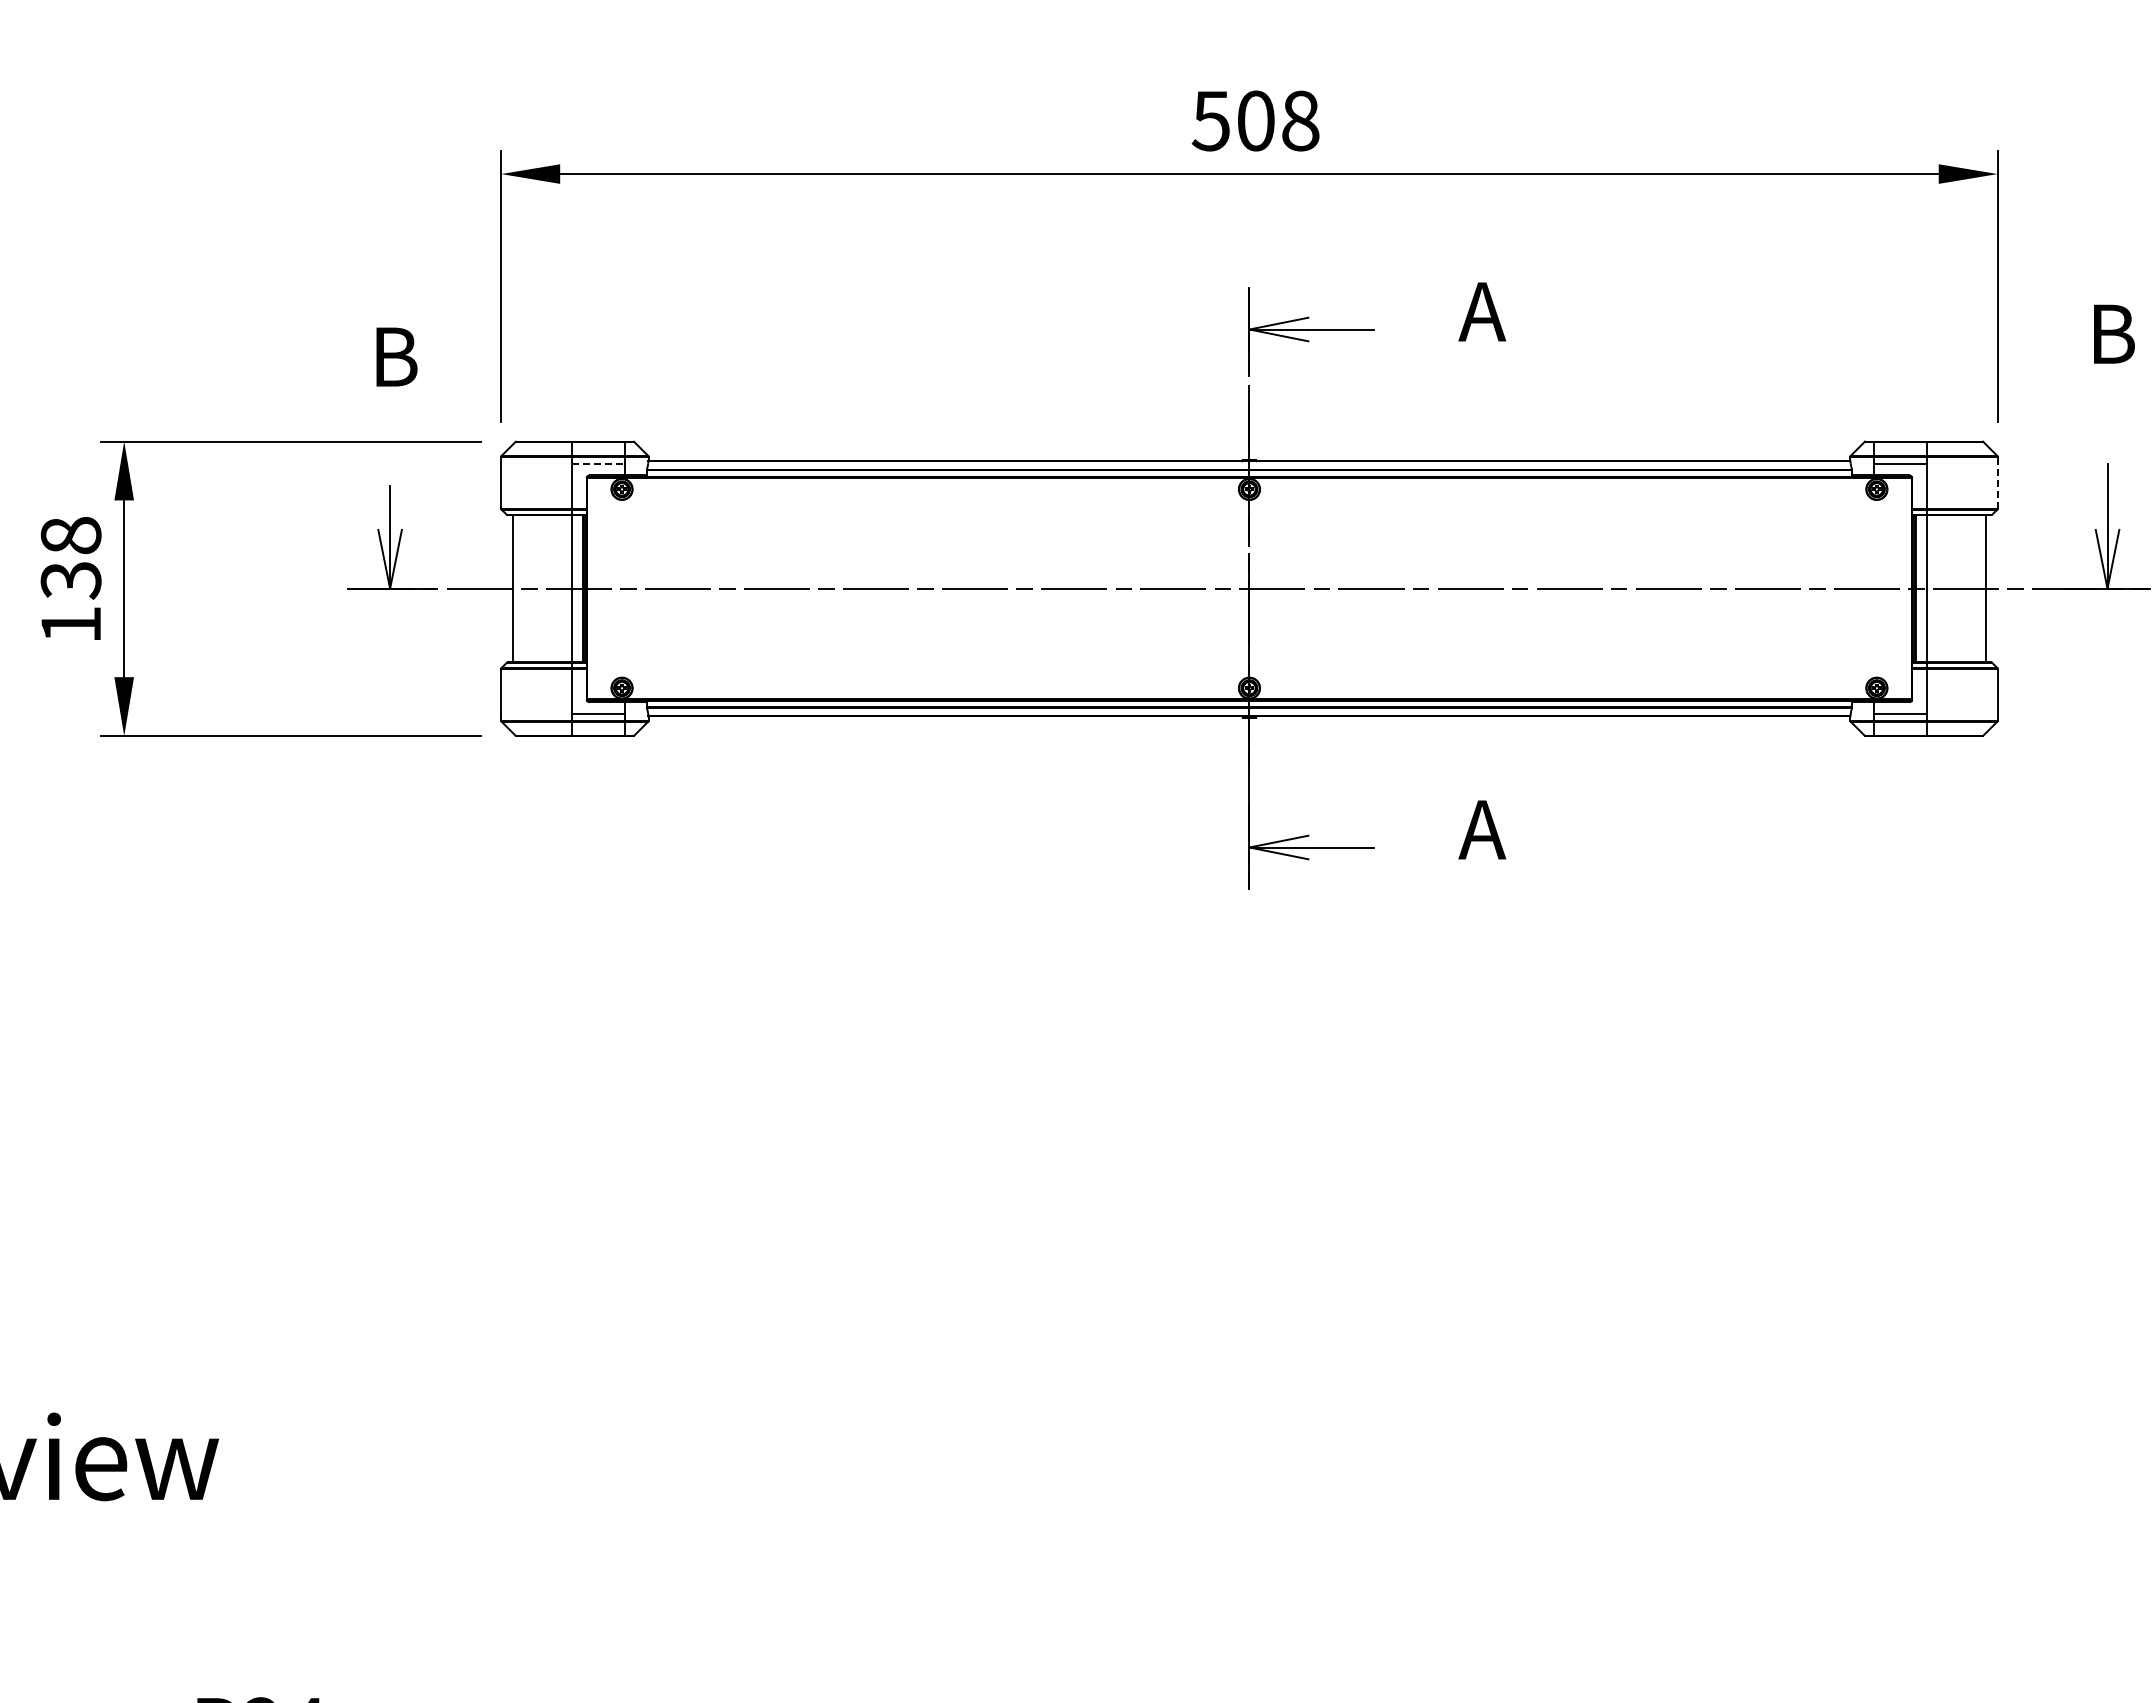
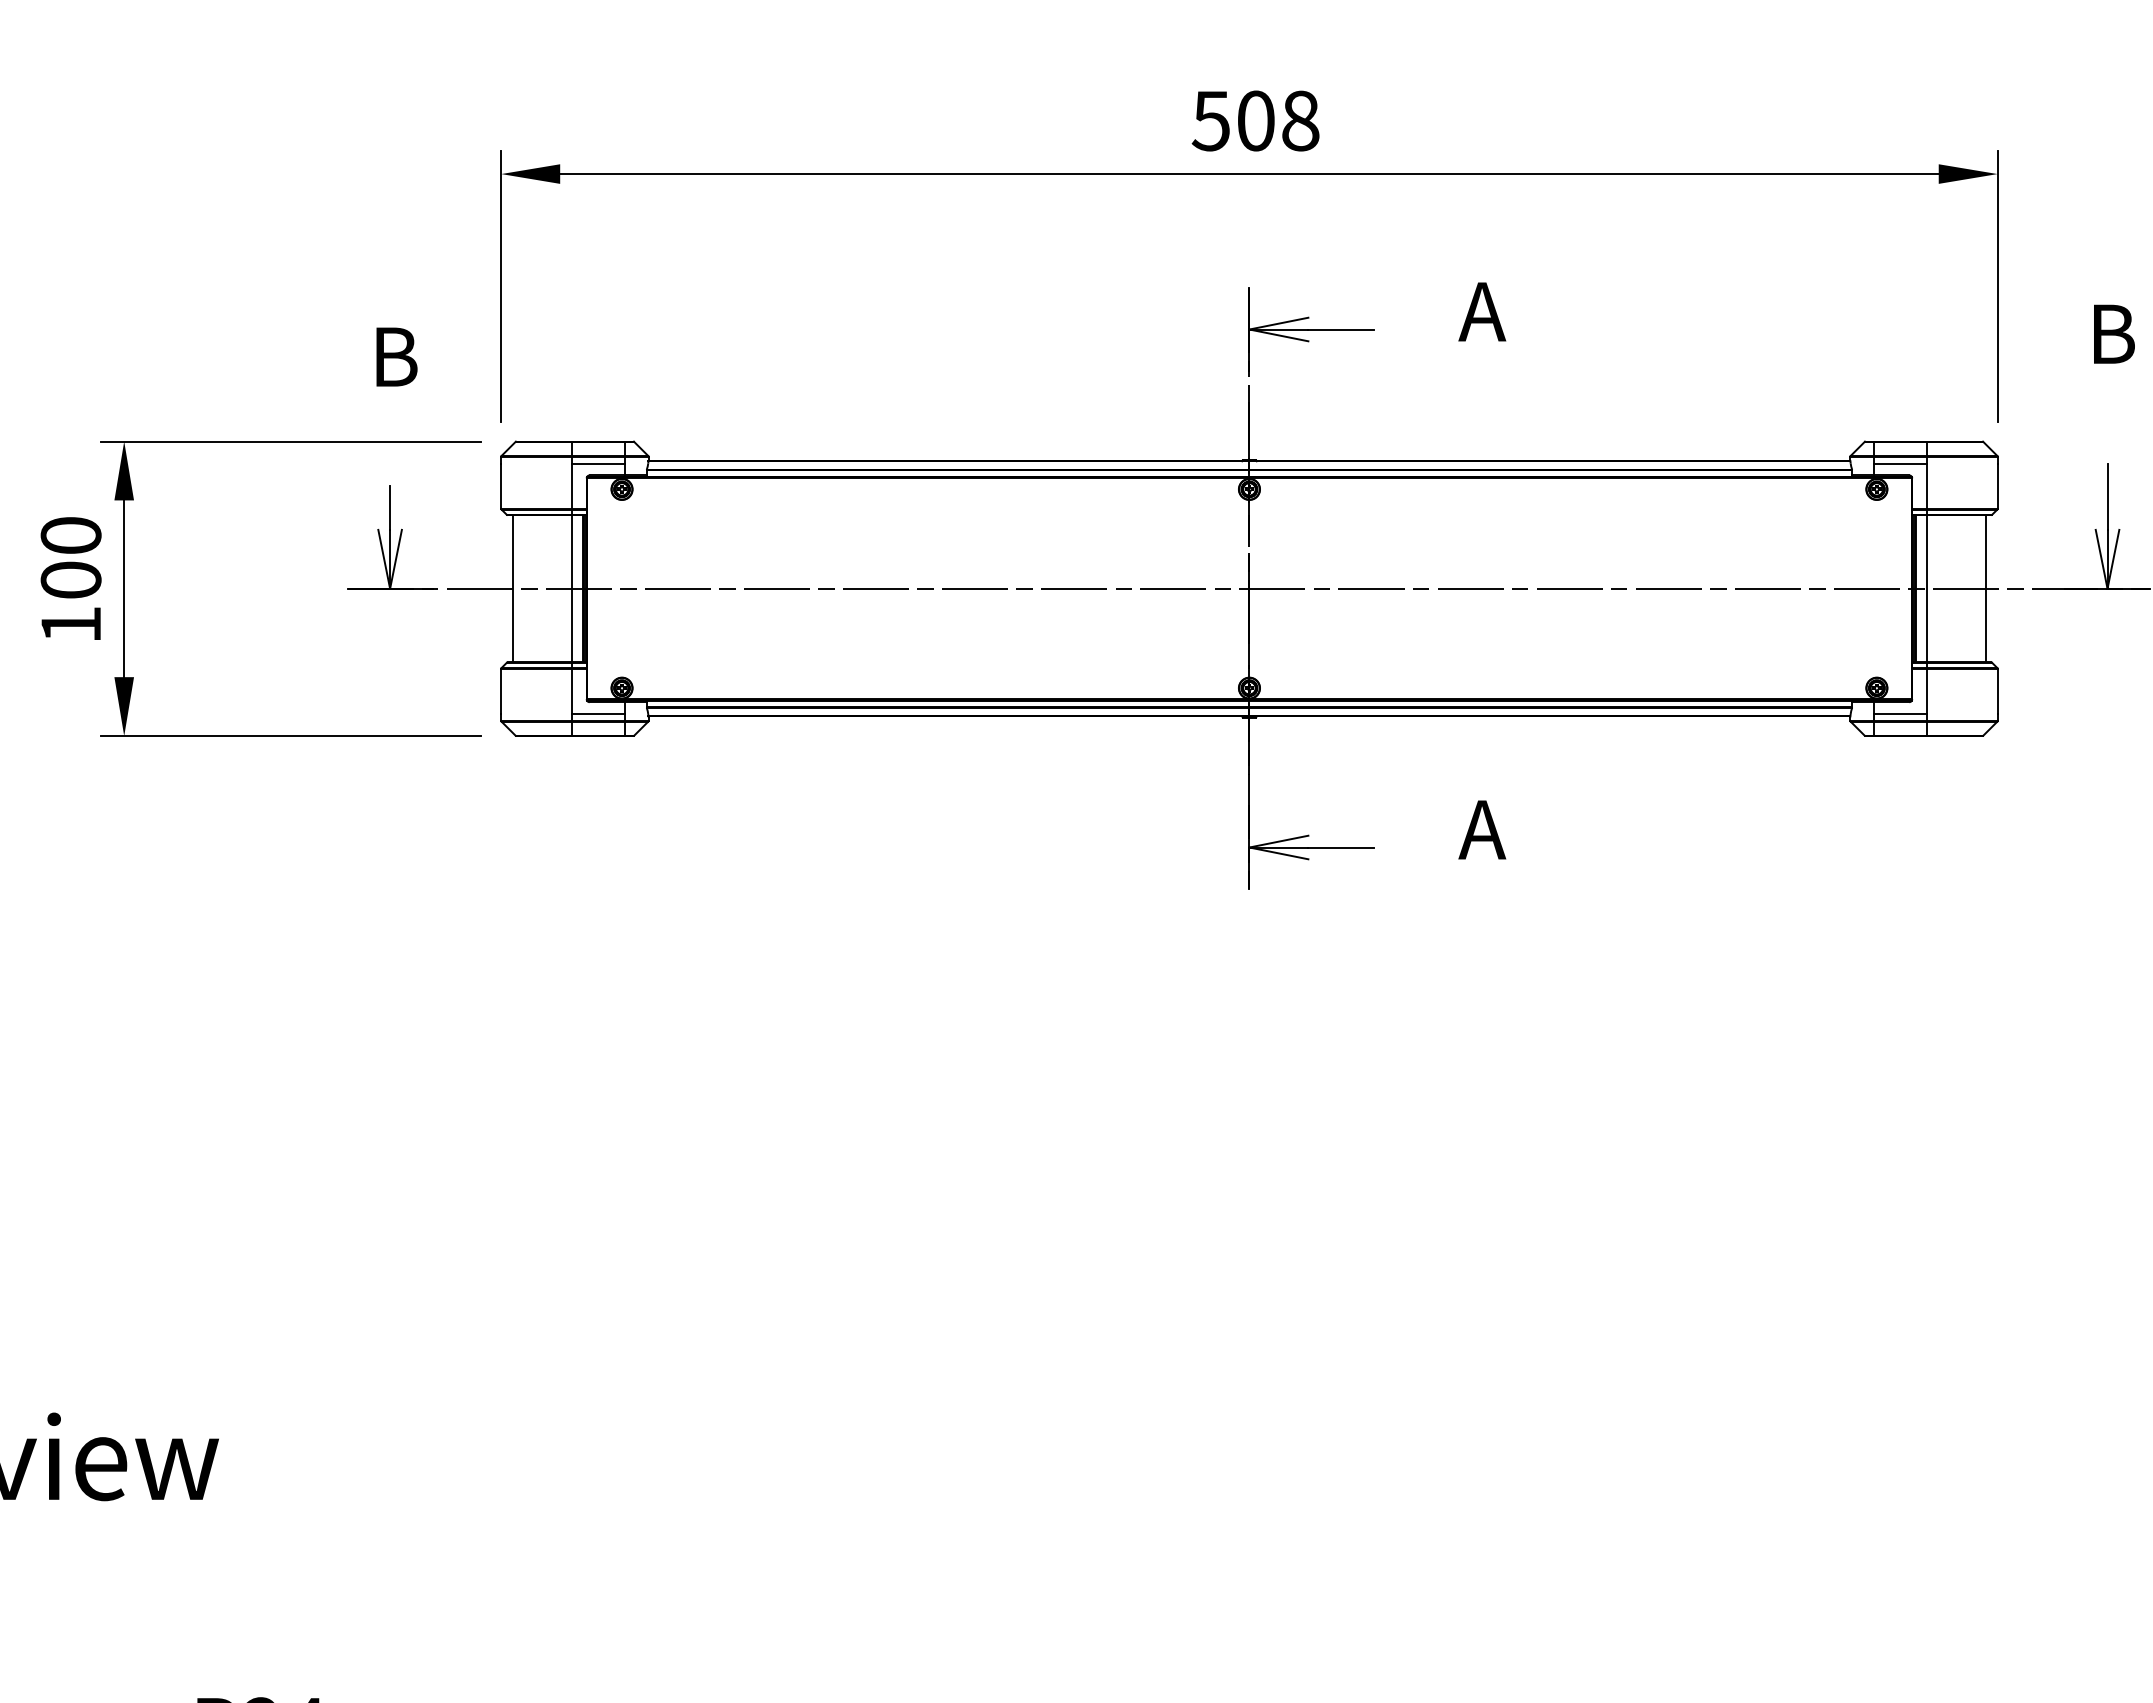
line at (598, 463): dashed -> solid
line at (1997, 486): dashed -> solid
text at (70, 558): 138 -> 100
